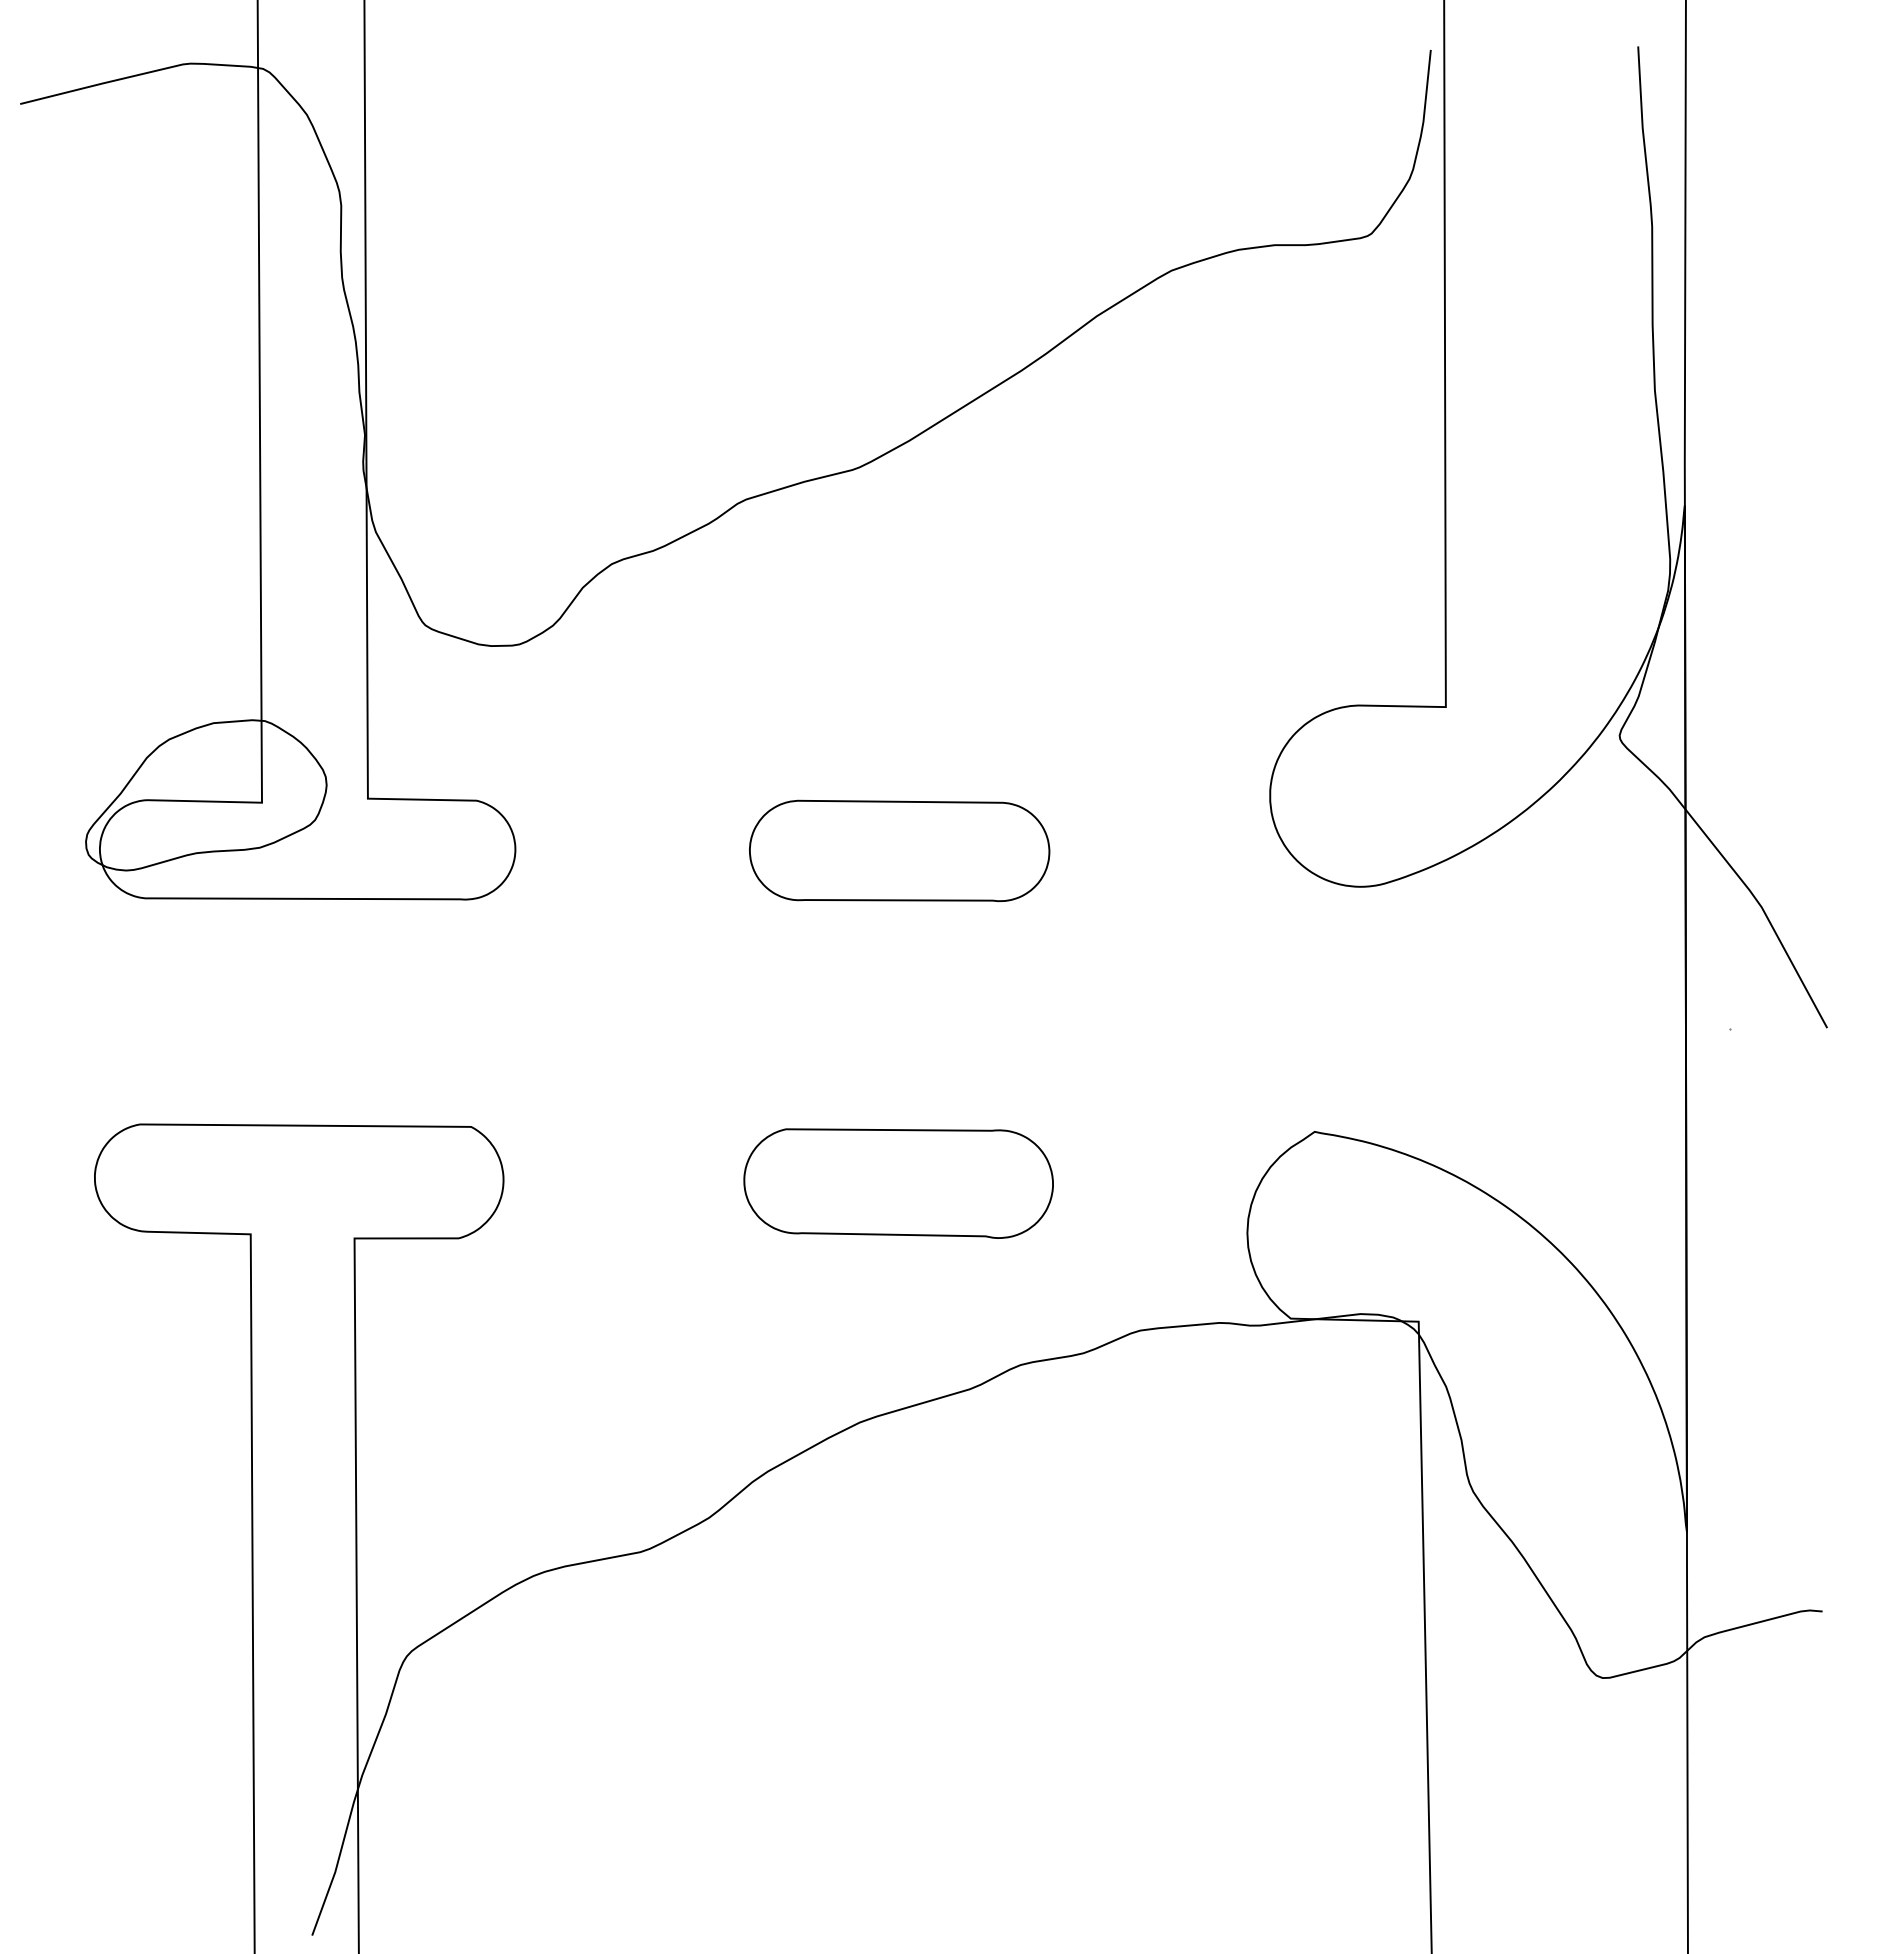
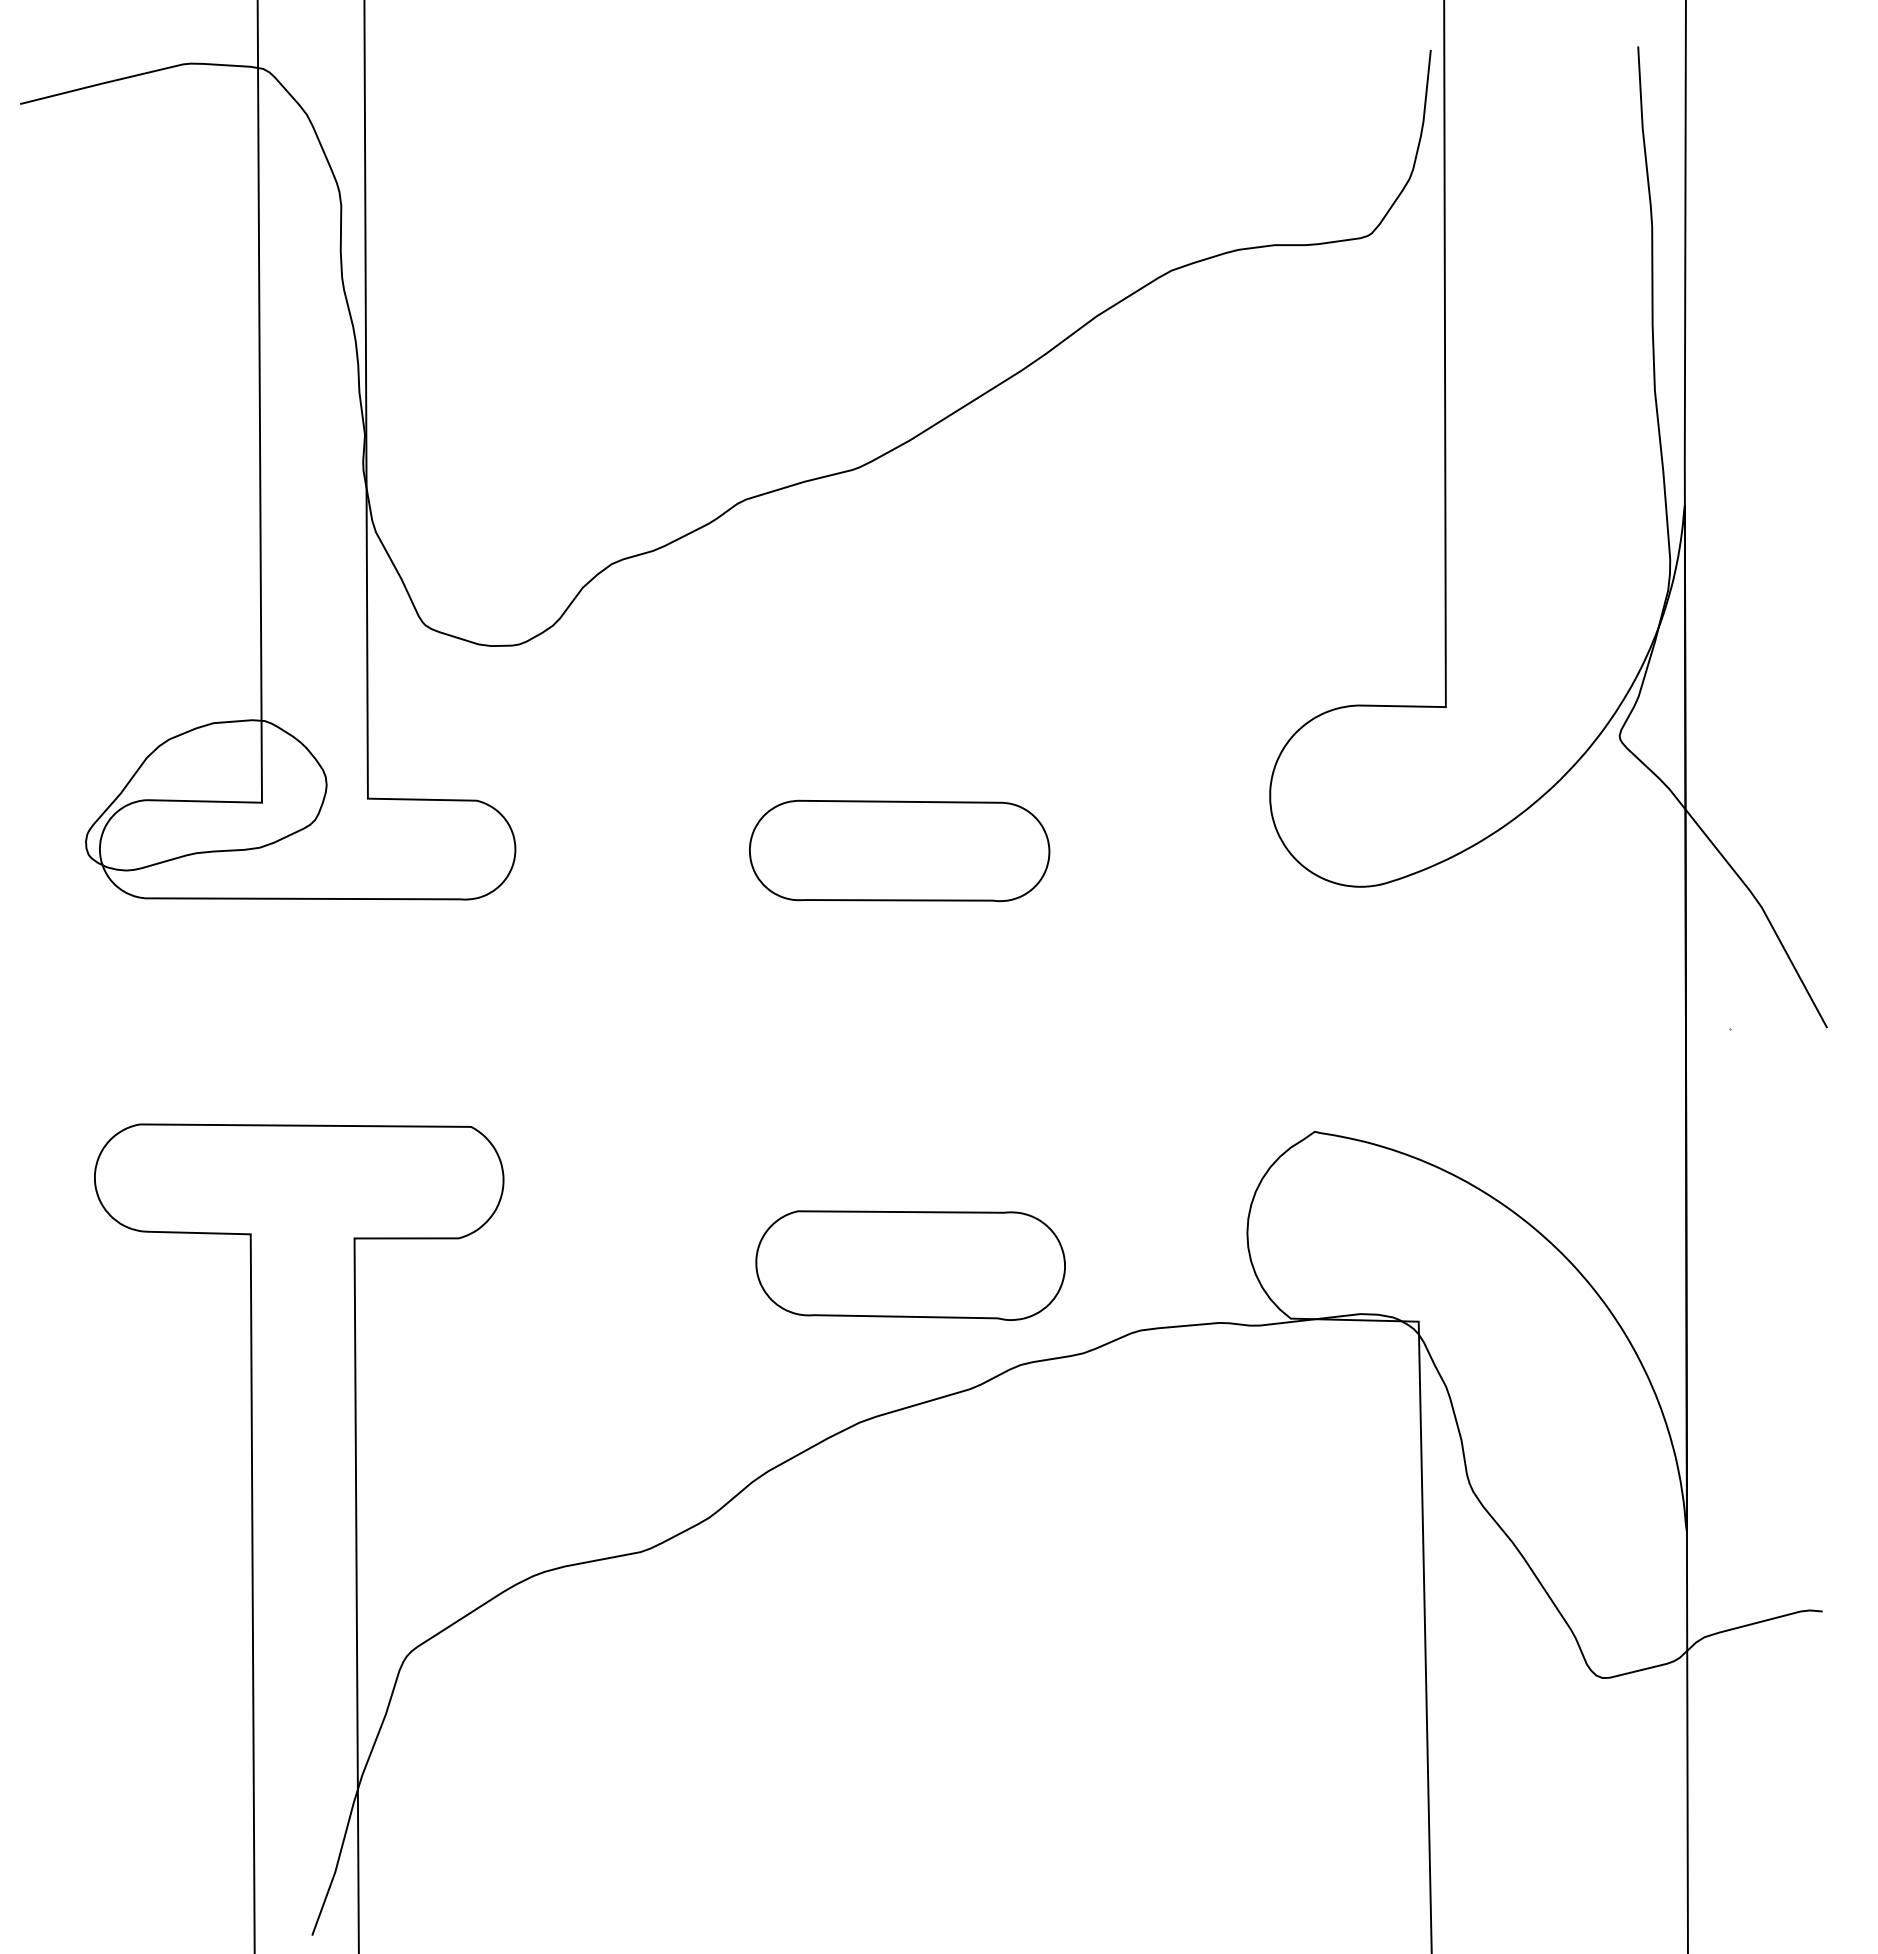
part at (898, 1183) position: (898, 1183) -> (910, 1265)
